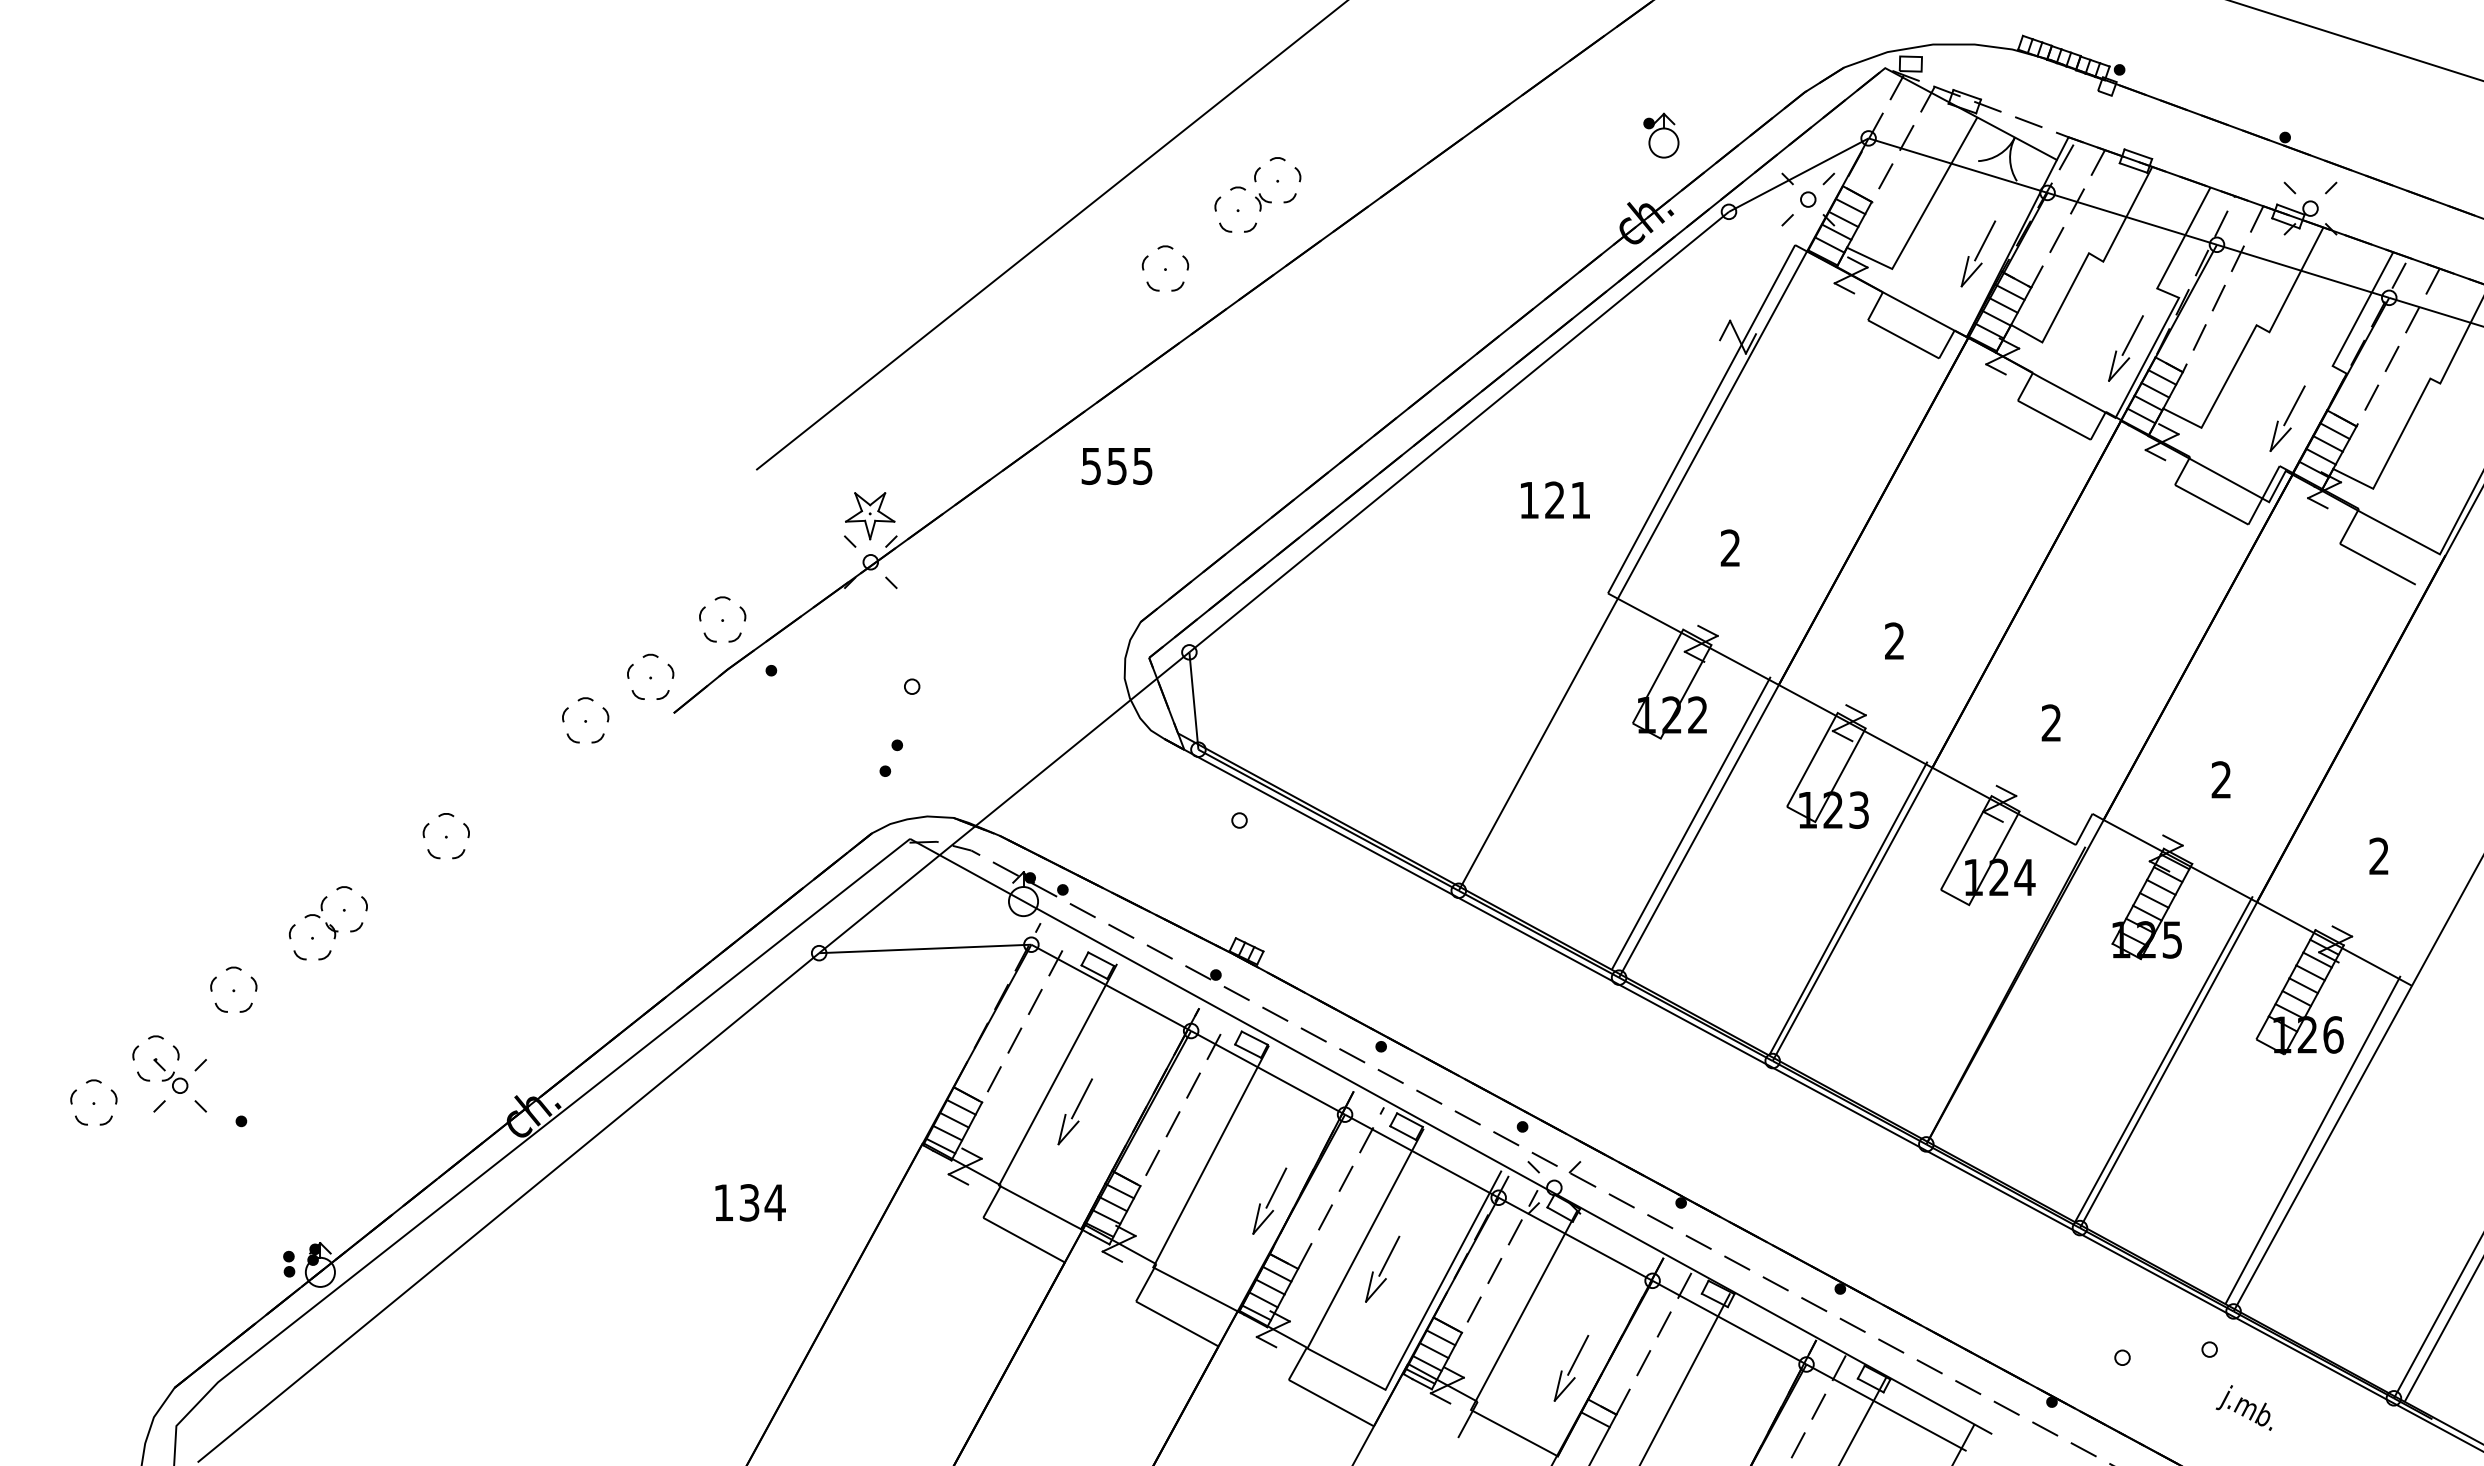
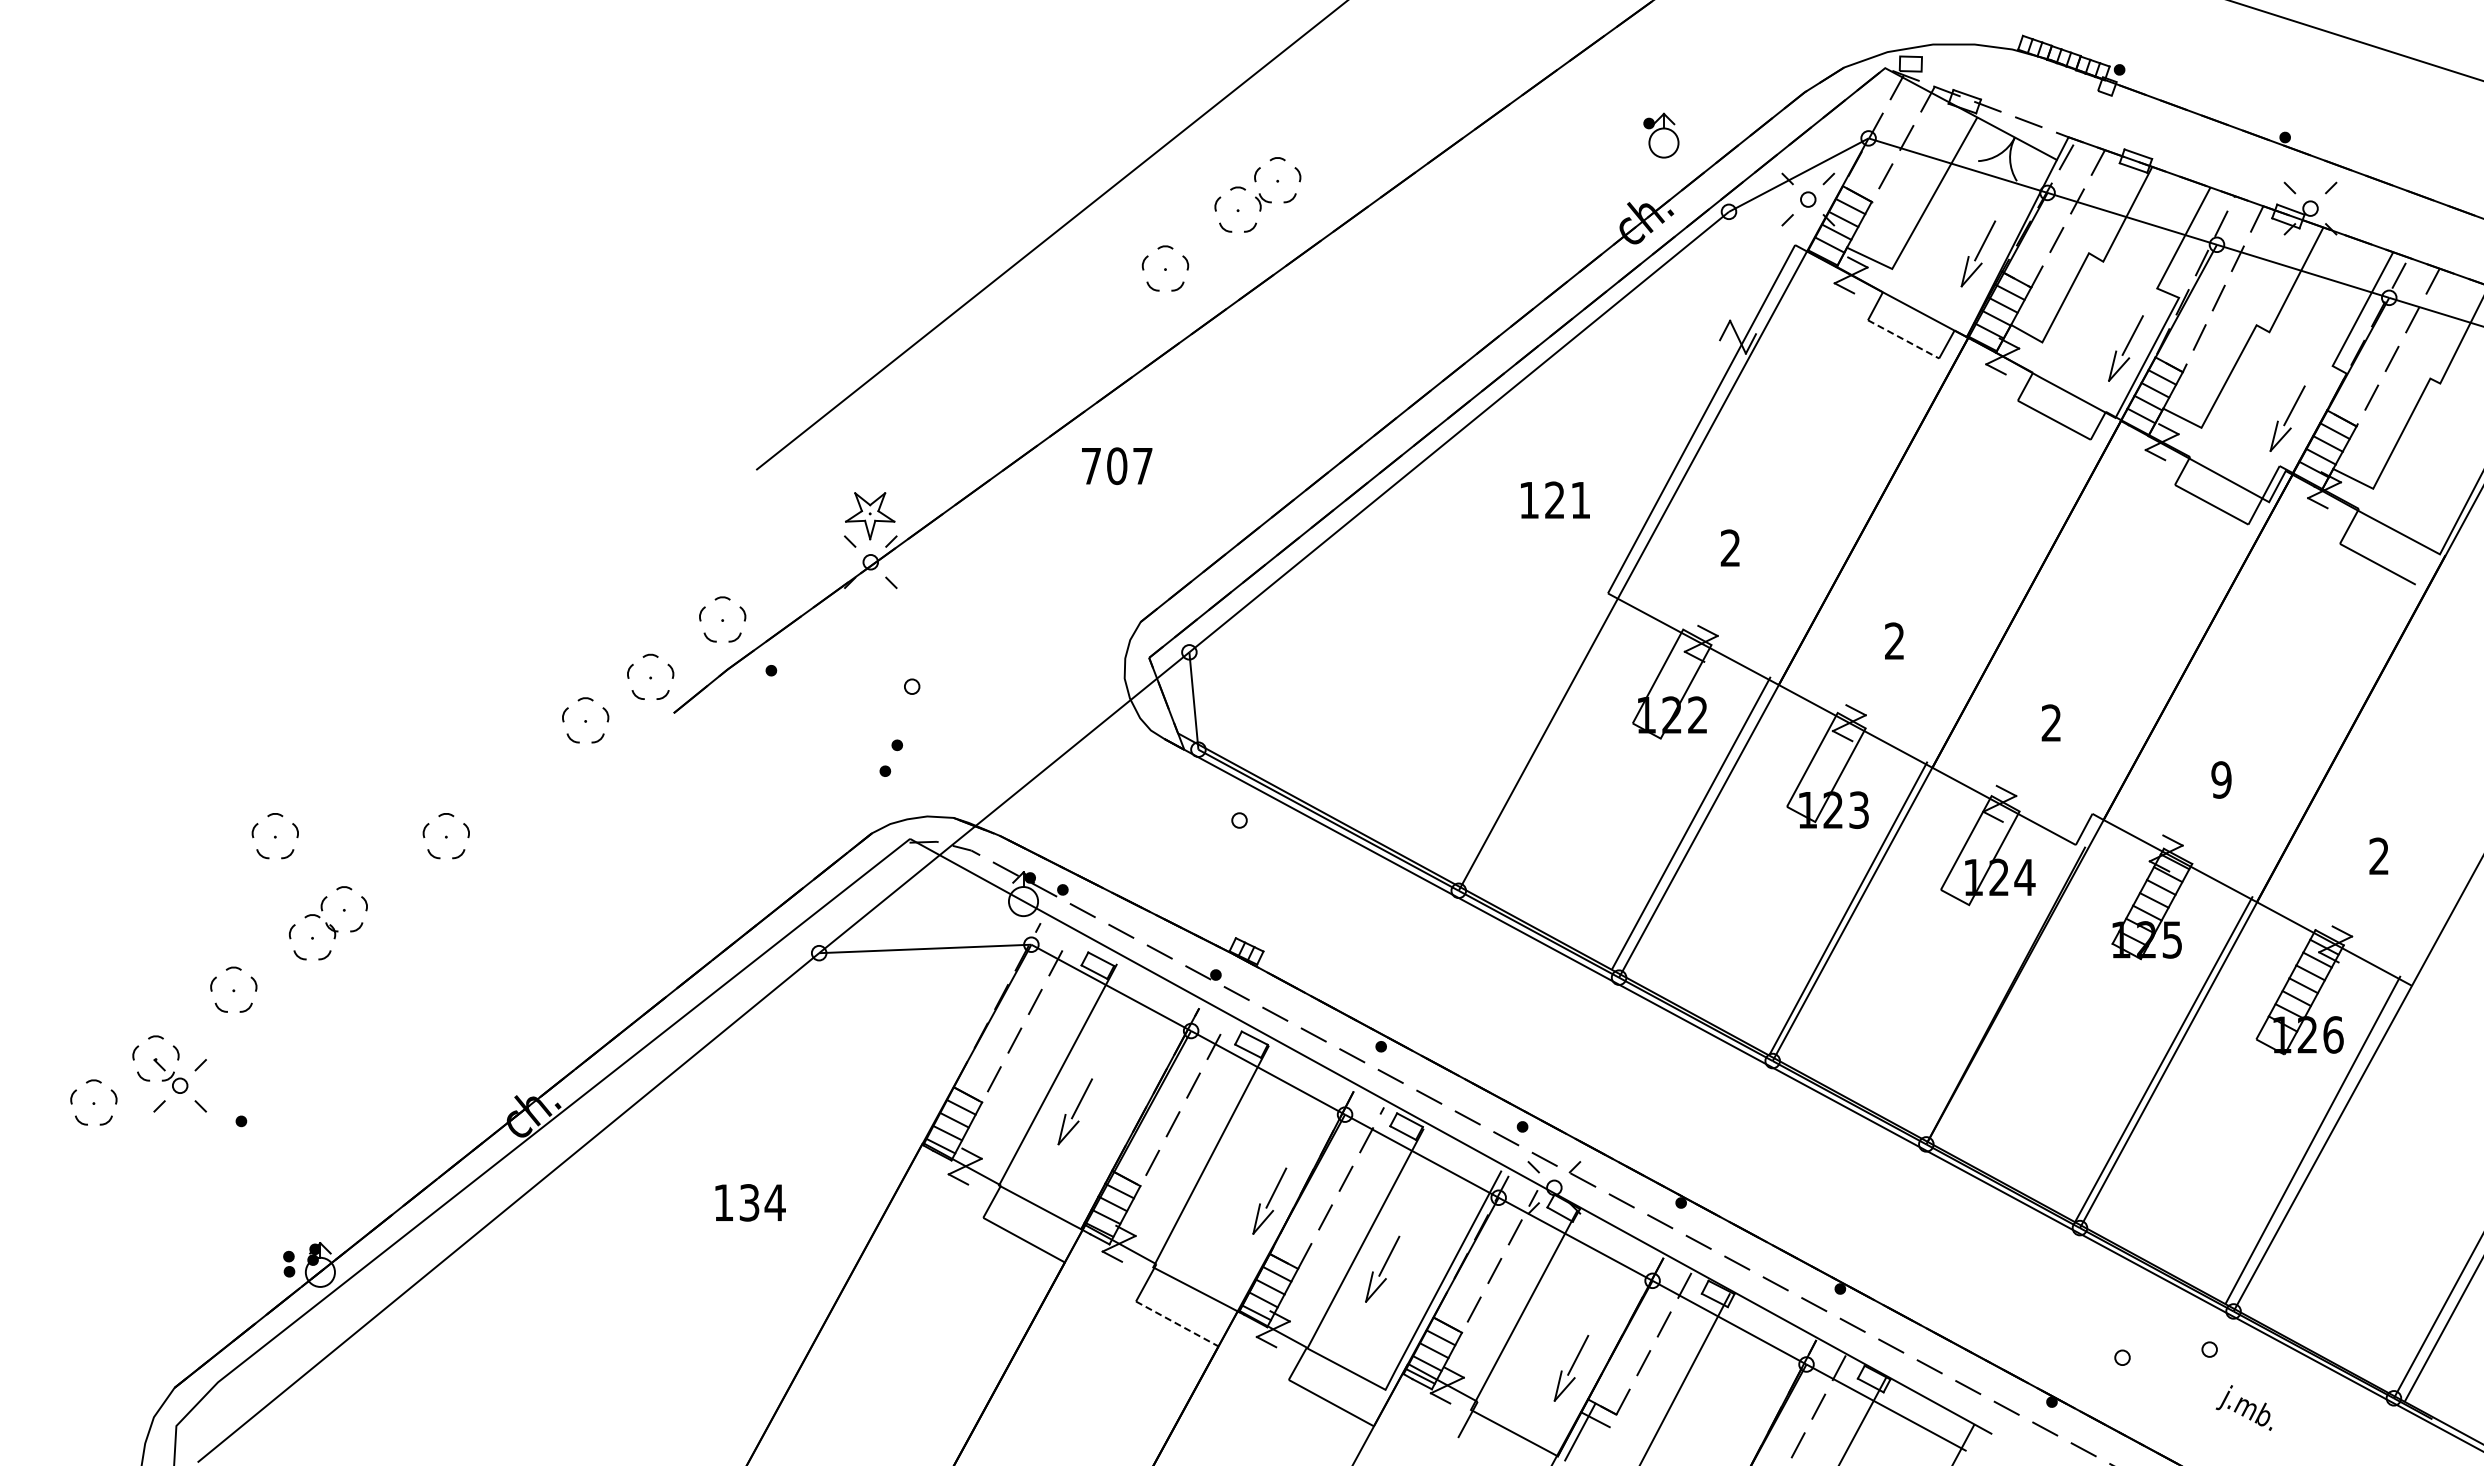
line at (1904, 339): solid -> dashed
text at (1116, 466): 555 -> 707
text at (2221, 779): 2 -> 9
part at (274, 836): none -> present
line at (1177, 1323): solid -> dashed
line at (1603, 1438) position: (1603, 1438) -> (1580, 1431)
